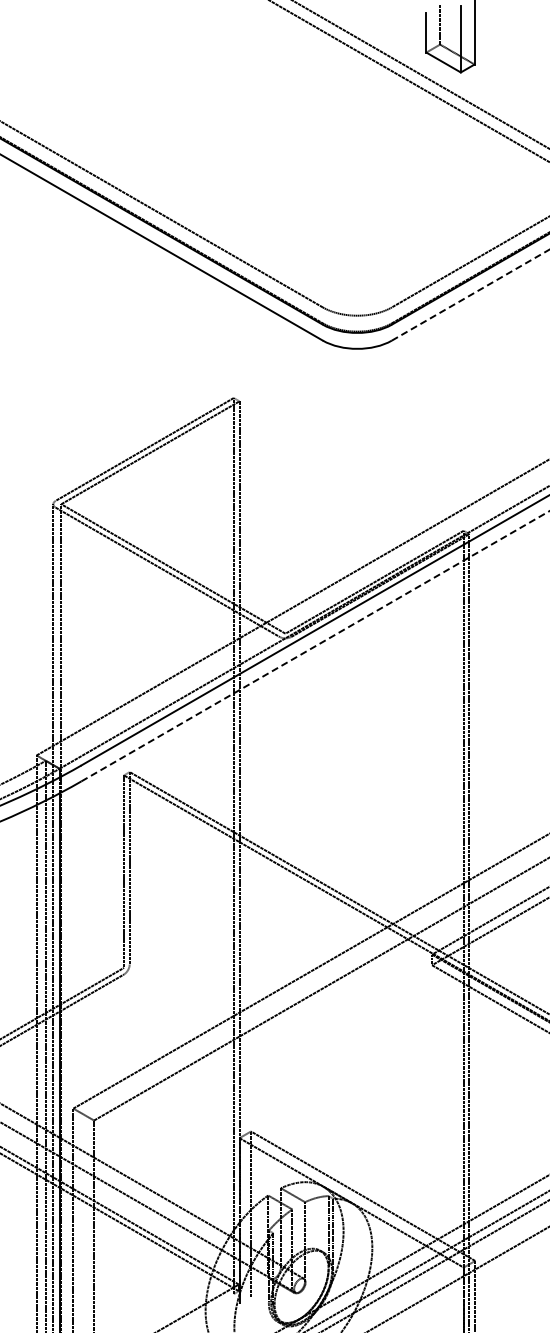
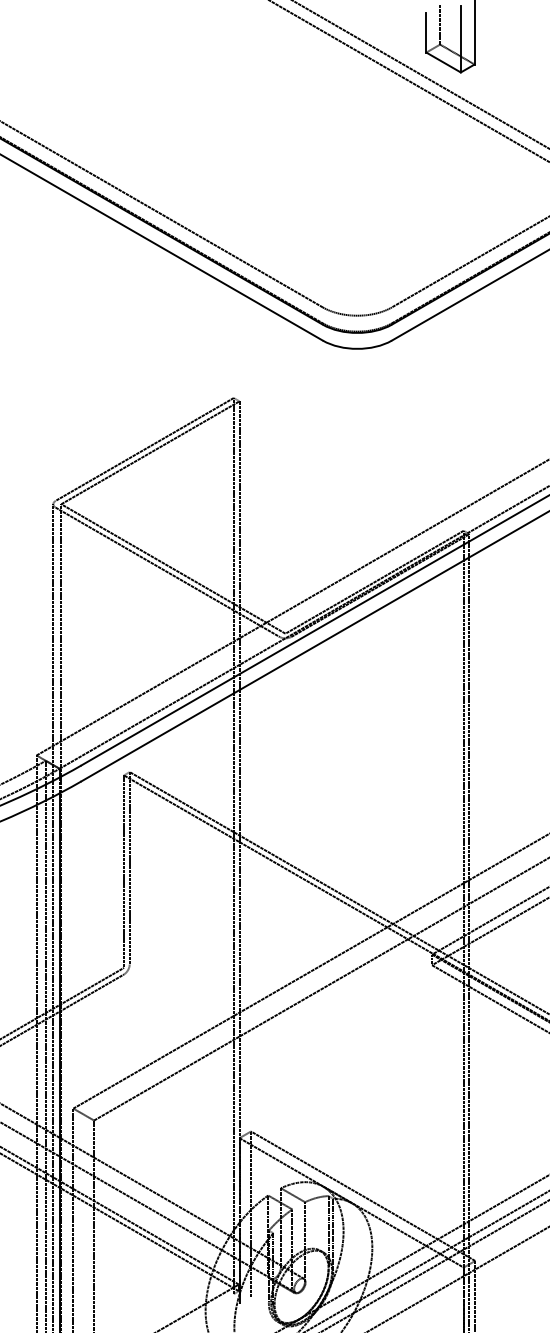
line at (470, 295): dashed -> solid
line at (316, 645): dashed -> solid
